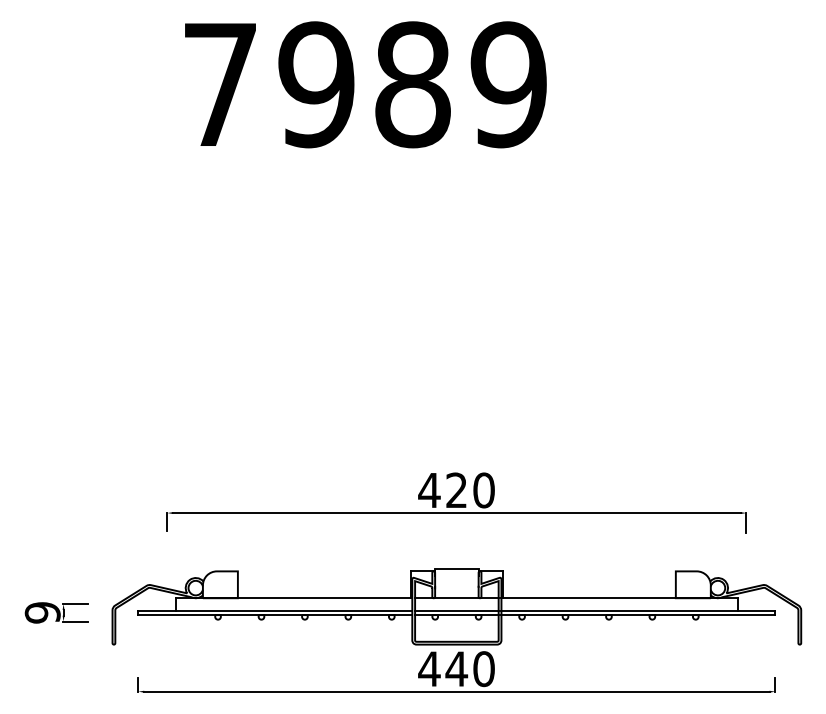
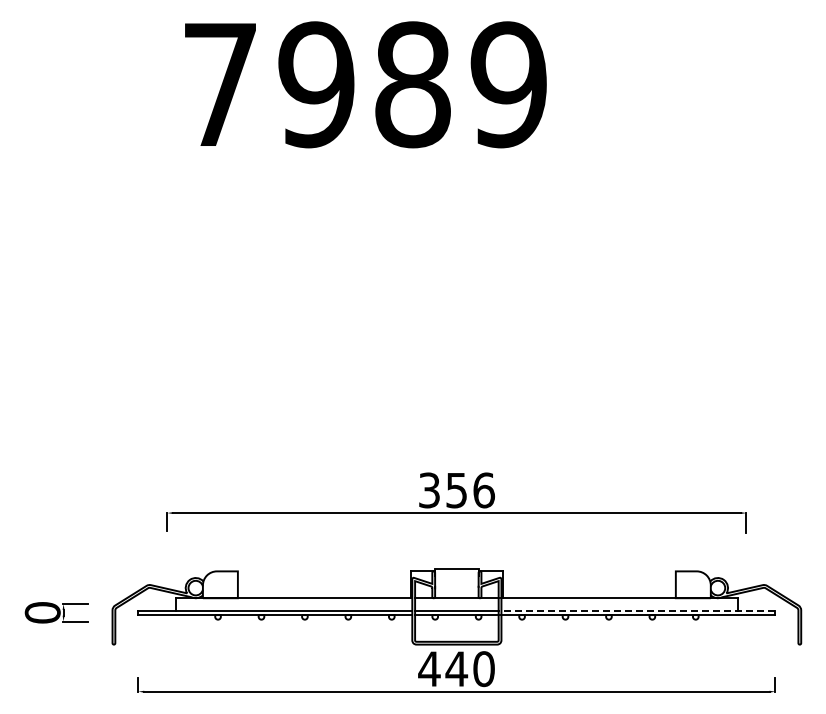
text at (456, 490): 420 -> 356
line at (638, 610): solid -> dashed
text at (42, 612): 9 -> 0
